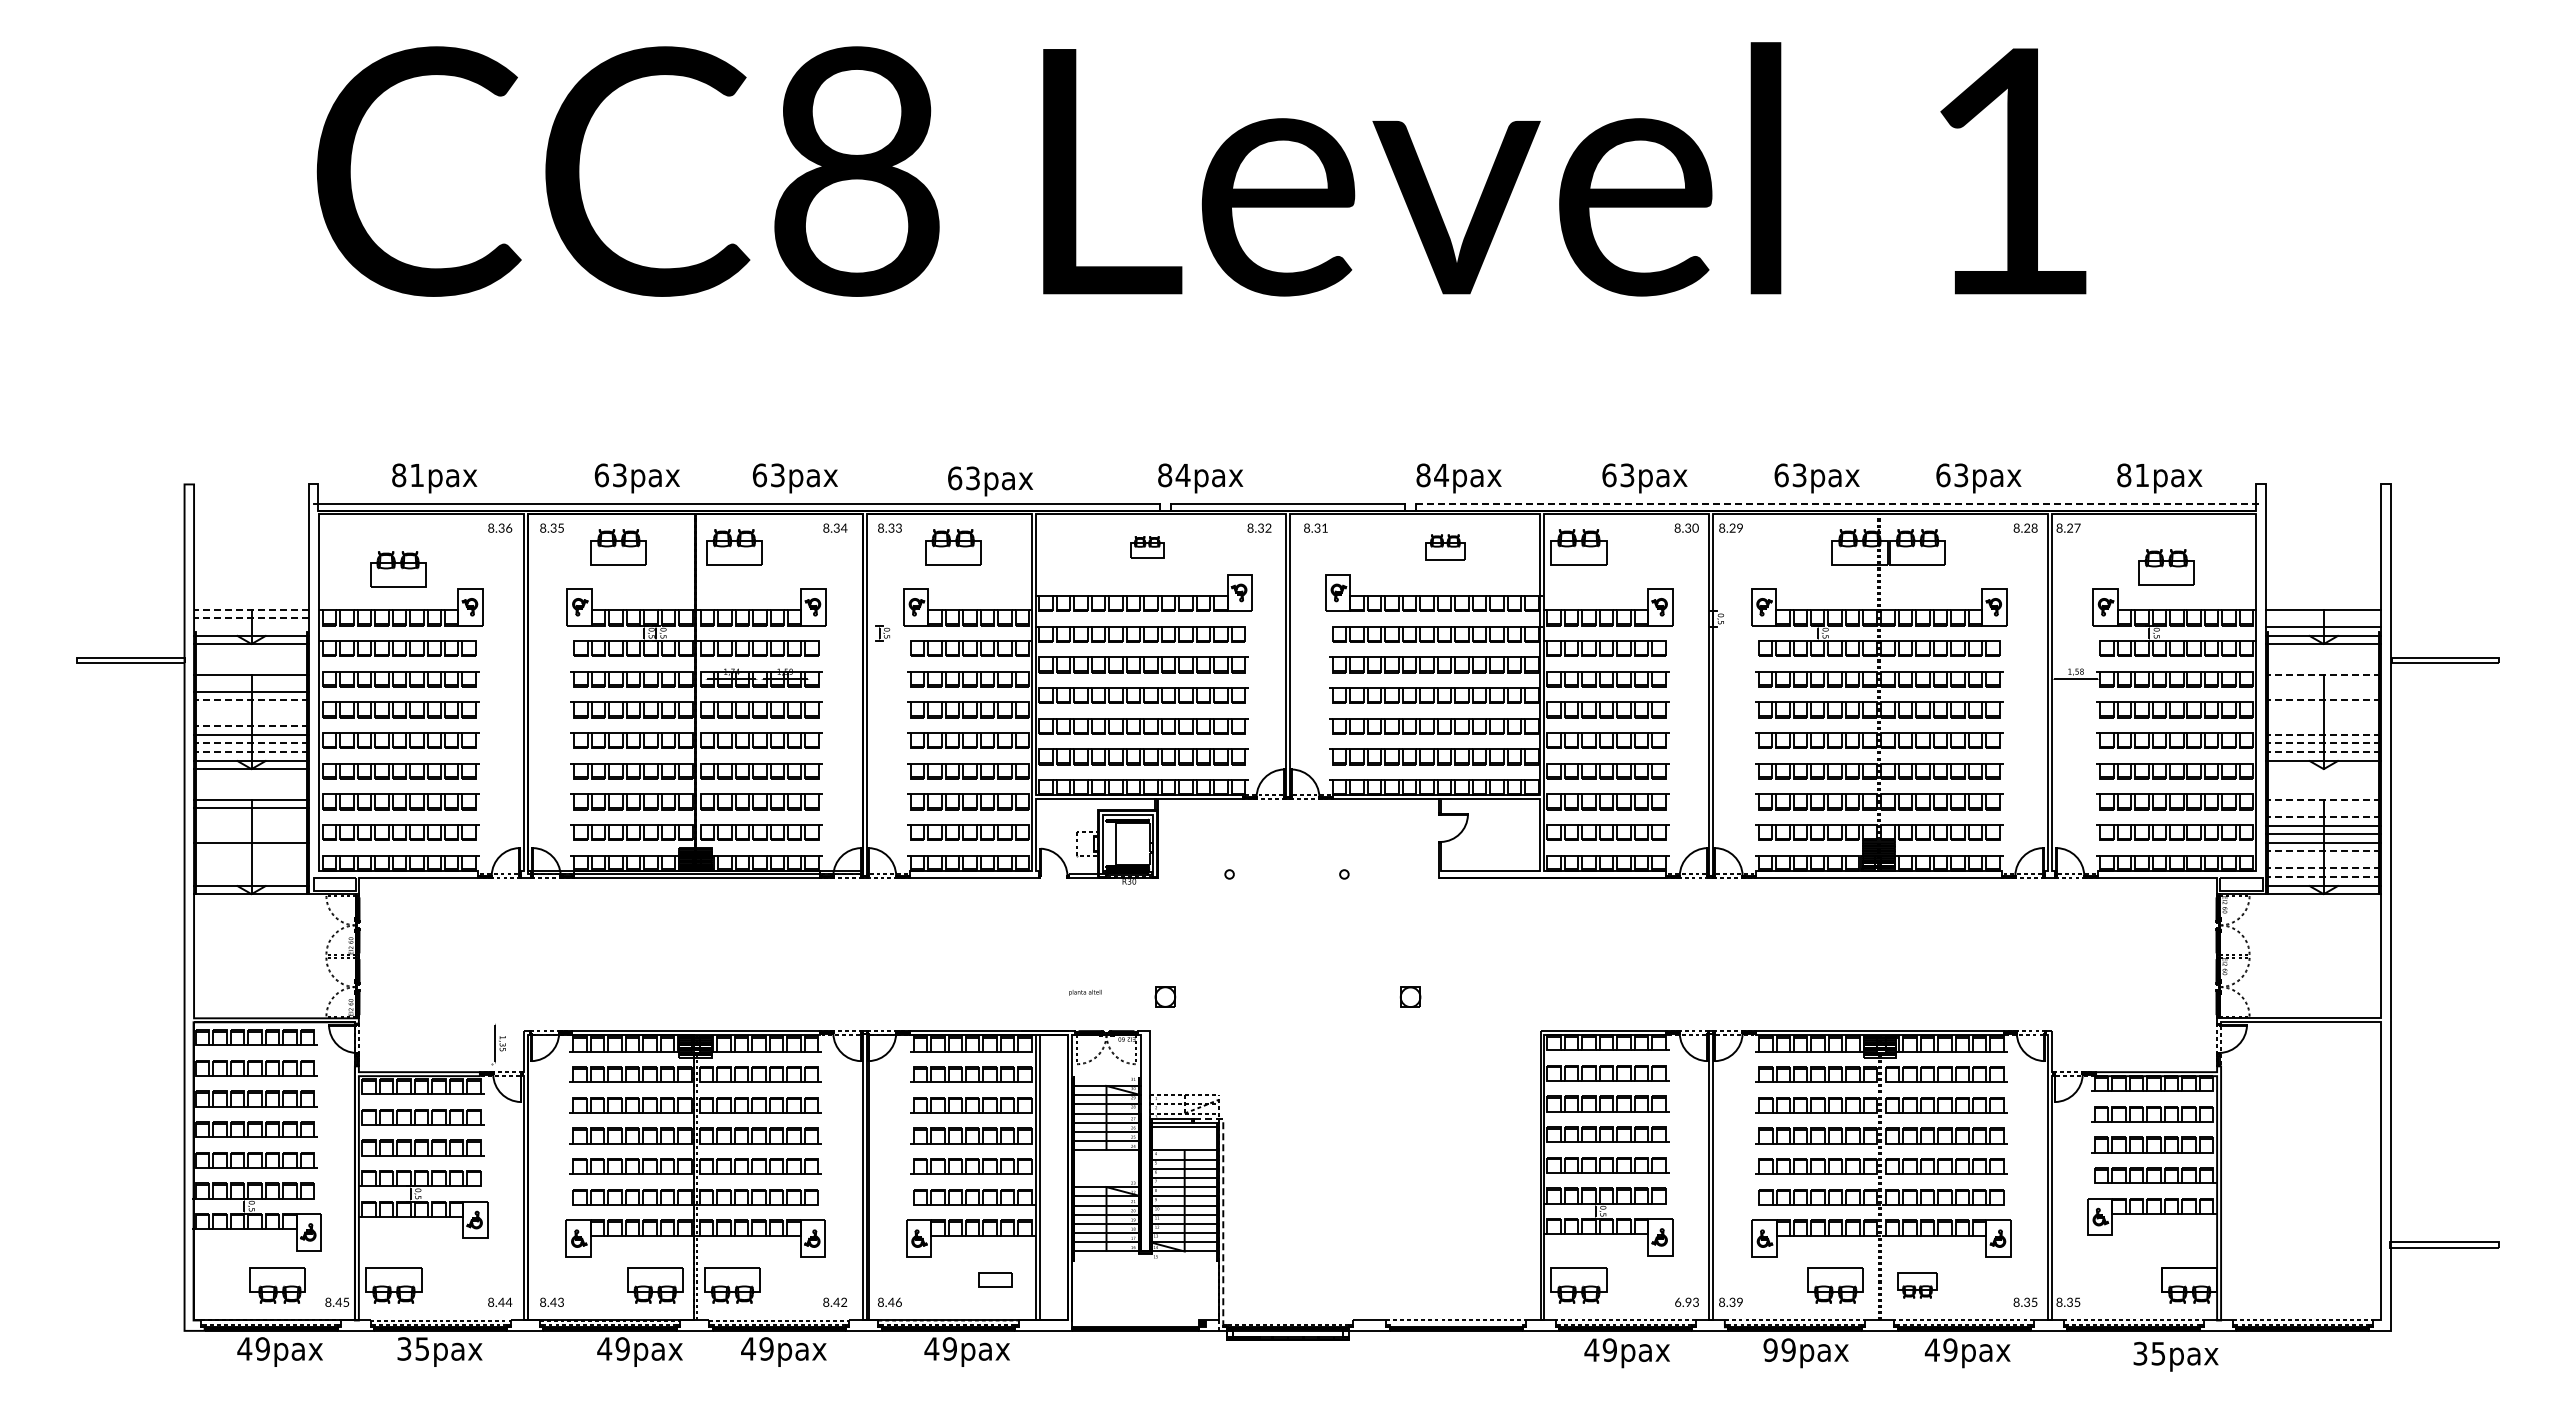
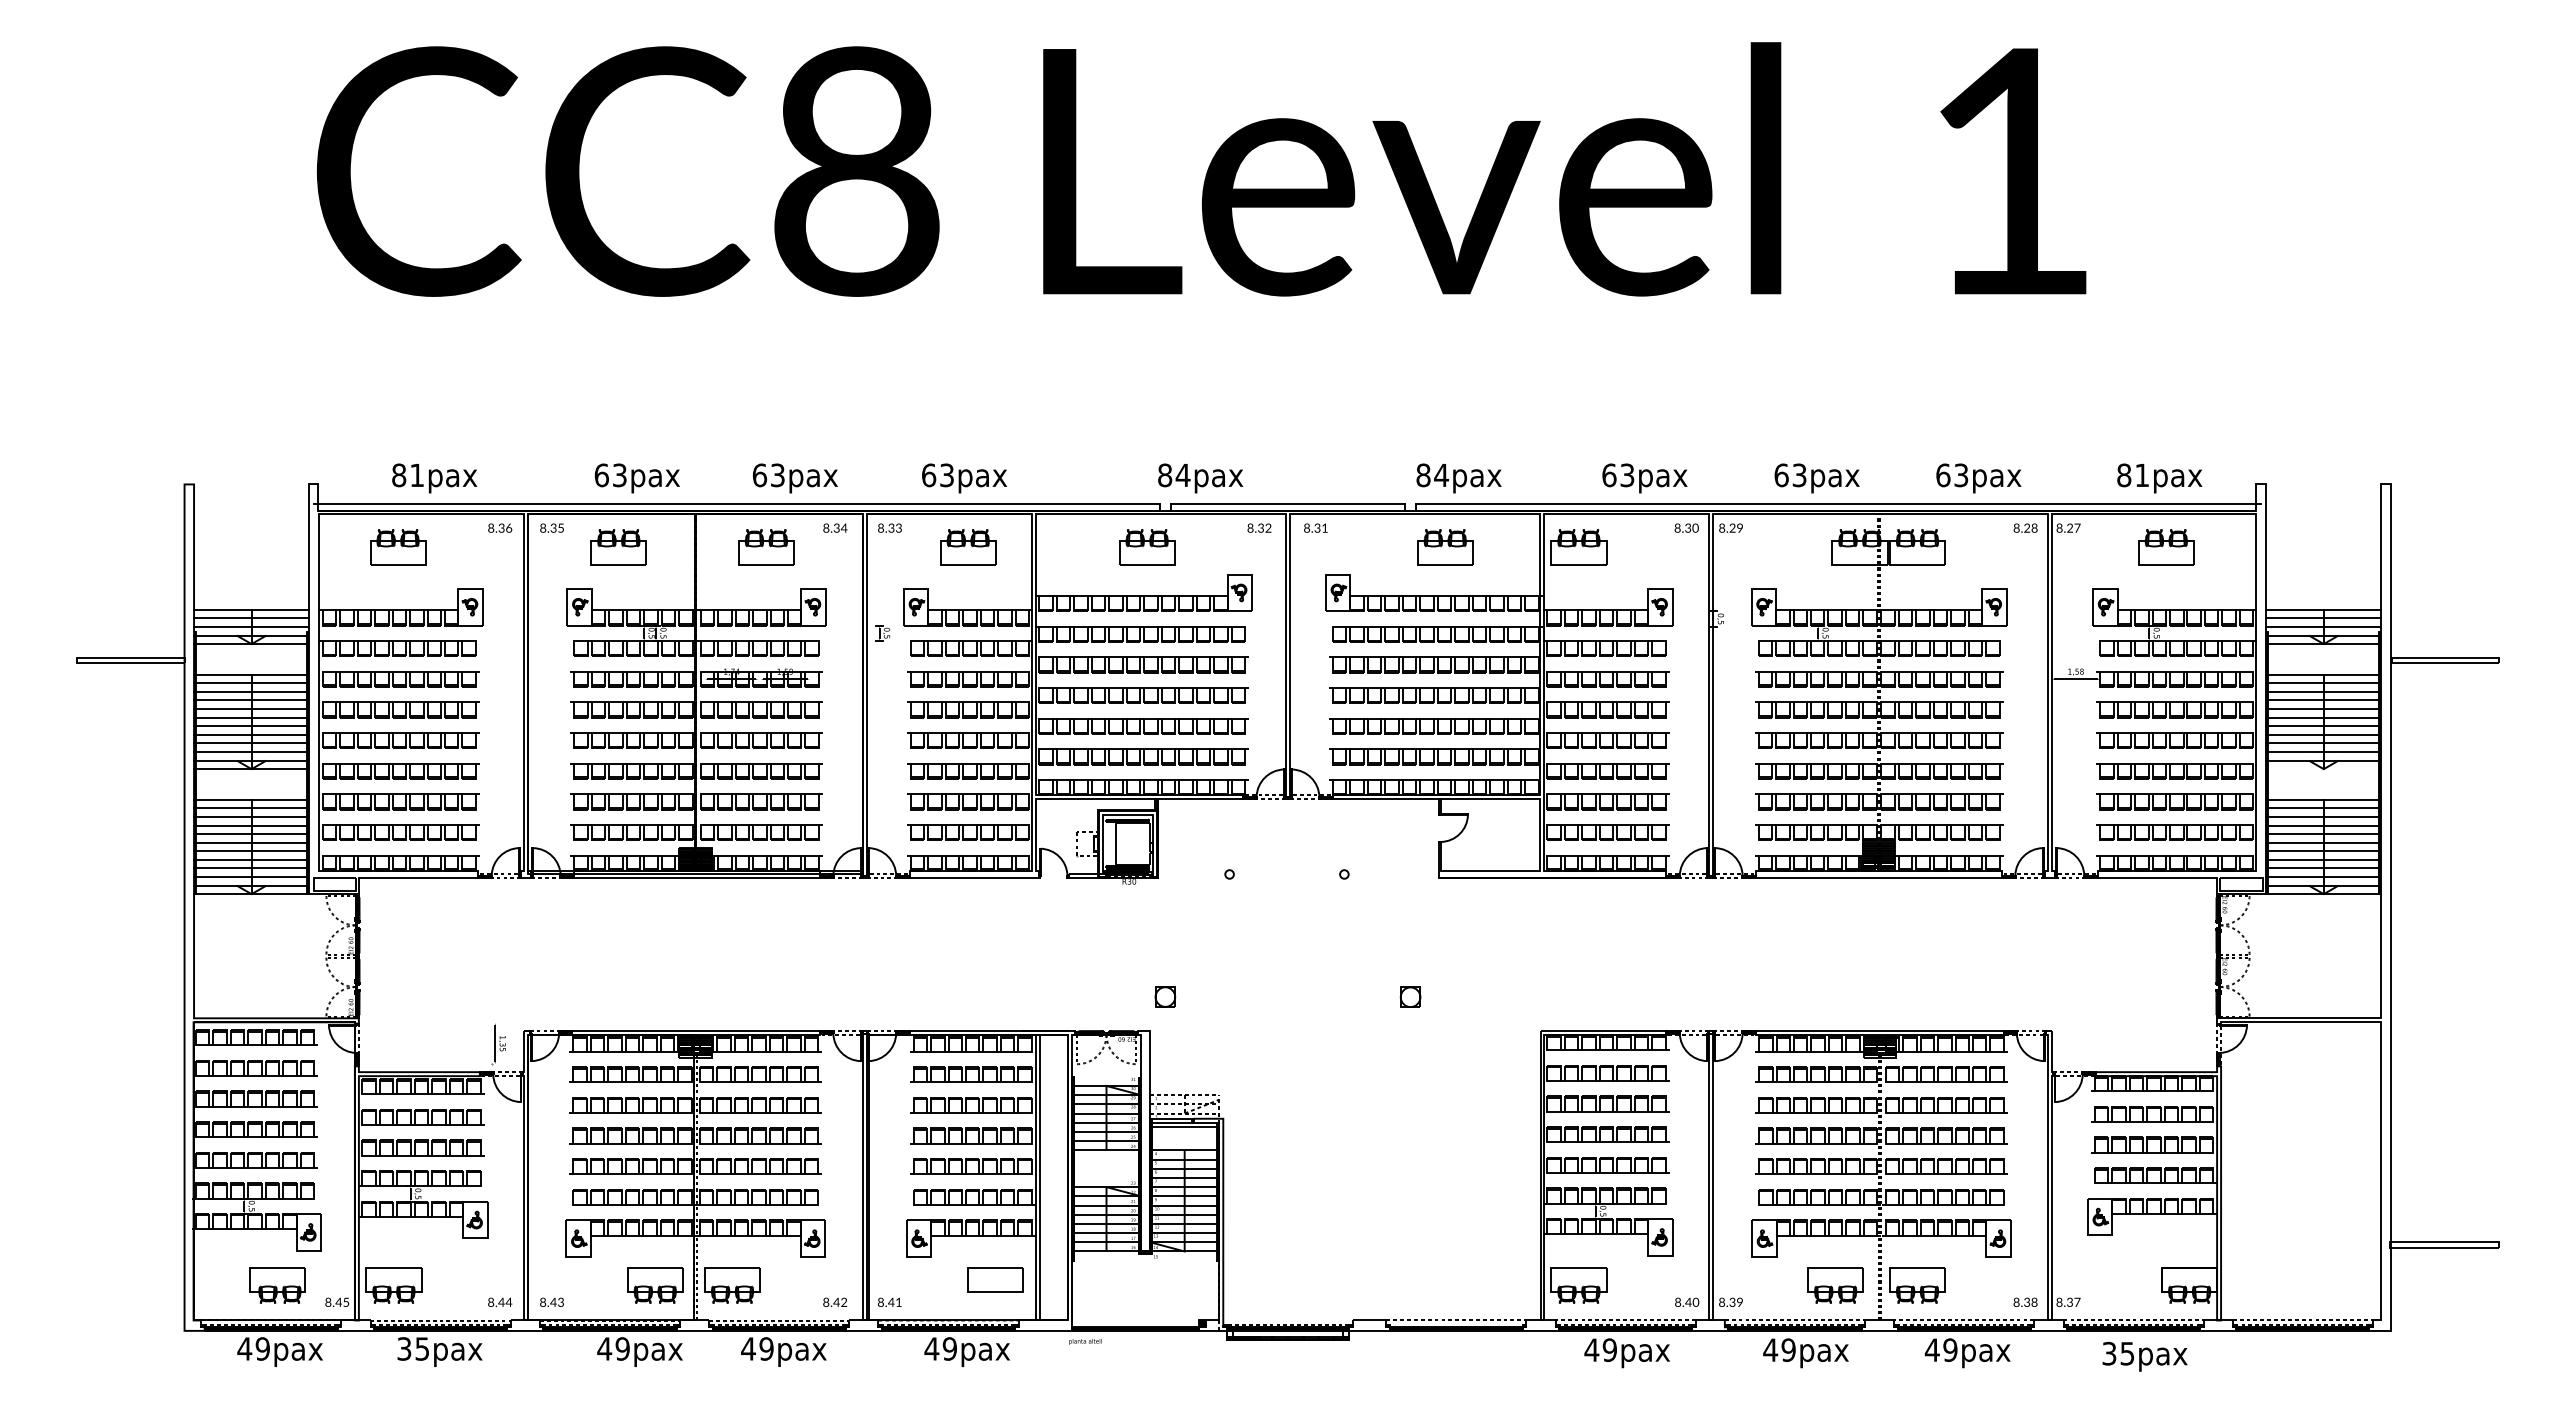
text at (990, 481) position: (990, 481) -> (964, 478)
line at (1838, 503): dashed -> solid
part at (734, 547) position: (734, 547) -> (766, 547)
part at (953, 547) position: (953, 547) -> (968, 547)
part at (1147, 547) size: 35x23 px -> 57x37 px
part at (1445, 547) size: 41x27 px -> 57x37 px
part at (2166, 567) position: (2166, 567) -> (2166, 547)
part at (398, 569) position: (398, 569) -> (398, 547)
line at (251, 609): dashed -> solid
line at (251, 618): dashed -> solid
line at (2323, 618): none -> present
line at (251, 626): none -> present
line at (2323, 674): dashed -> solid
line at (251, 683): none -> present
line at (2323, 683): none -> present
line at (2323, 691): none -> present
line at (251, 700): dashed -> solid
line at (2323, 700): dashed -> solid
line at (251, 709): none -> present
line at (2323, 709): none -> present
line at (251, 717): none -> present
line at (2323, 717): none -> present
line at (251, 726): dashed -> solid
line at (2323, 726): none -> present
line at (2323, 734): dashed -> solid
line at (251, 743): dashed -> solid
line at (2323, 743): dashed -> solid
line at (251, 751): dashed -> solid
line at (2323, 751): dashed -> solid
line at (2323, 799): dashed -> solid
line at (2323, 808): none -> present
line at (251, 816): none -> present
line at (2323, 816): dashed -> solid
line at (251, 825): none -> present
line at (251, 834): none -> present
line at (251, 851): none -> present
line at (2323, 851): dashed -> solid
line at (251, 859): none -> present
line at (2323, 859): none -> present
line at (251, 868): none -> present
line at (2323, 868): dashed -> solid
line at (251, 877): none -> present
line at (2323, 877): dashed -> solid
text at (1085, 992) position: (1085, 992) -> (1085, 1341)
line at (1223, 1207): dashed -> solid
part at (995, 1279) size: 35x16 px -> 57x26 px
part at (1917, 1285) size: 41x27 px -> 57x37 px
text at (898, 1301): 8.46 -> 8.41
text at (1687, 1301): 6.93 -> 8.40
text at (2034, 1301): 8.35 -> 8.38
text at (2077, 1301): 8.35 -> 8.37
text at (1770, 1349): 99pax -> 49pax
text at (2175, 1356) position: (2175, 1356) -> (2144, 1356)
